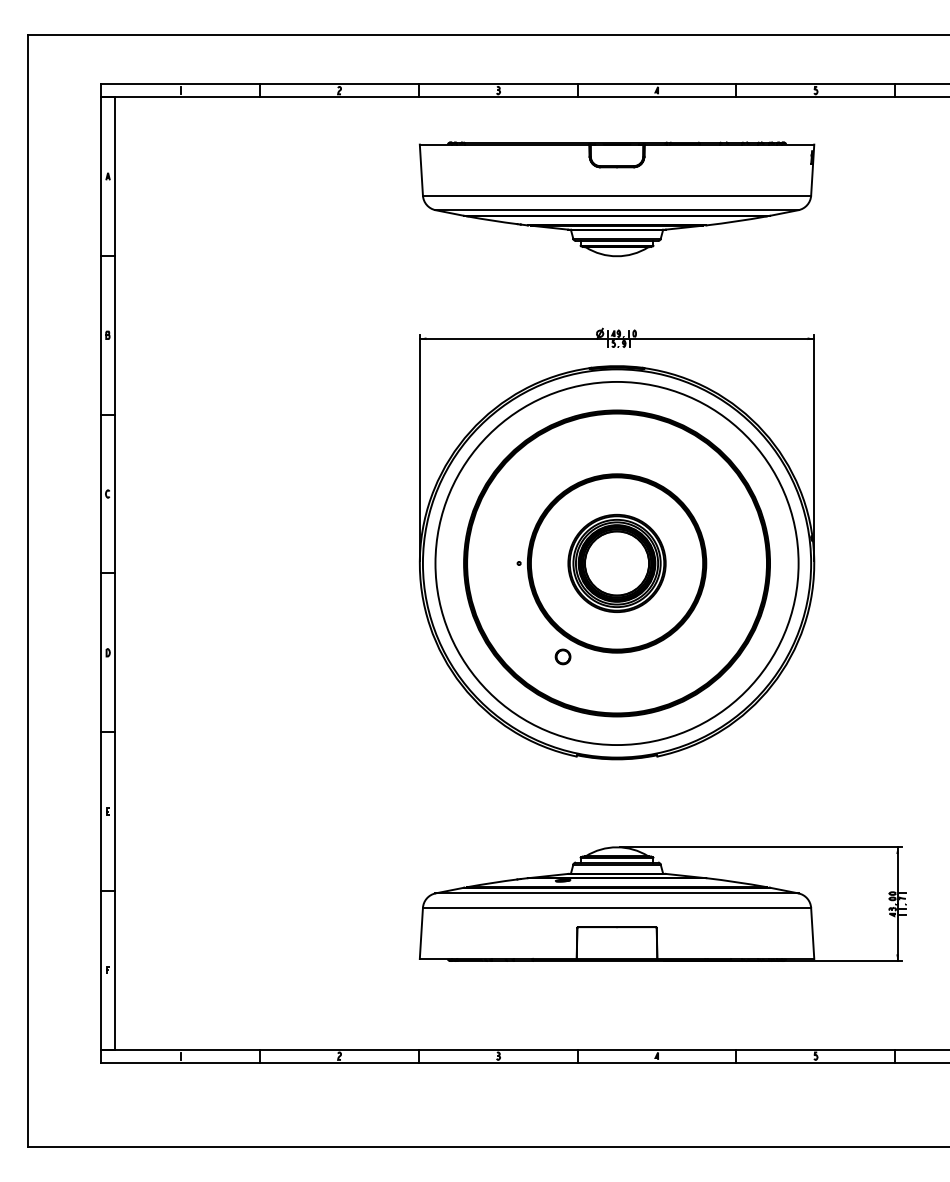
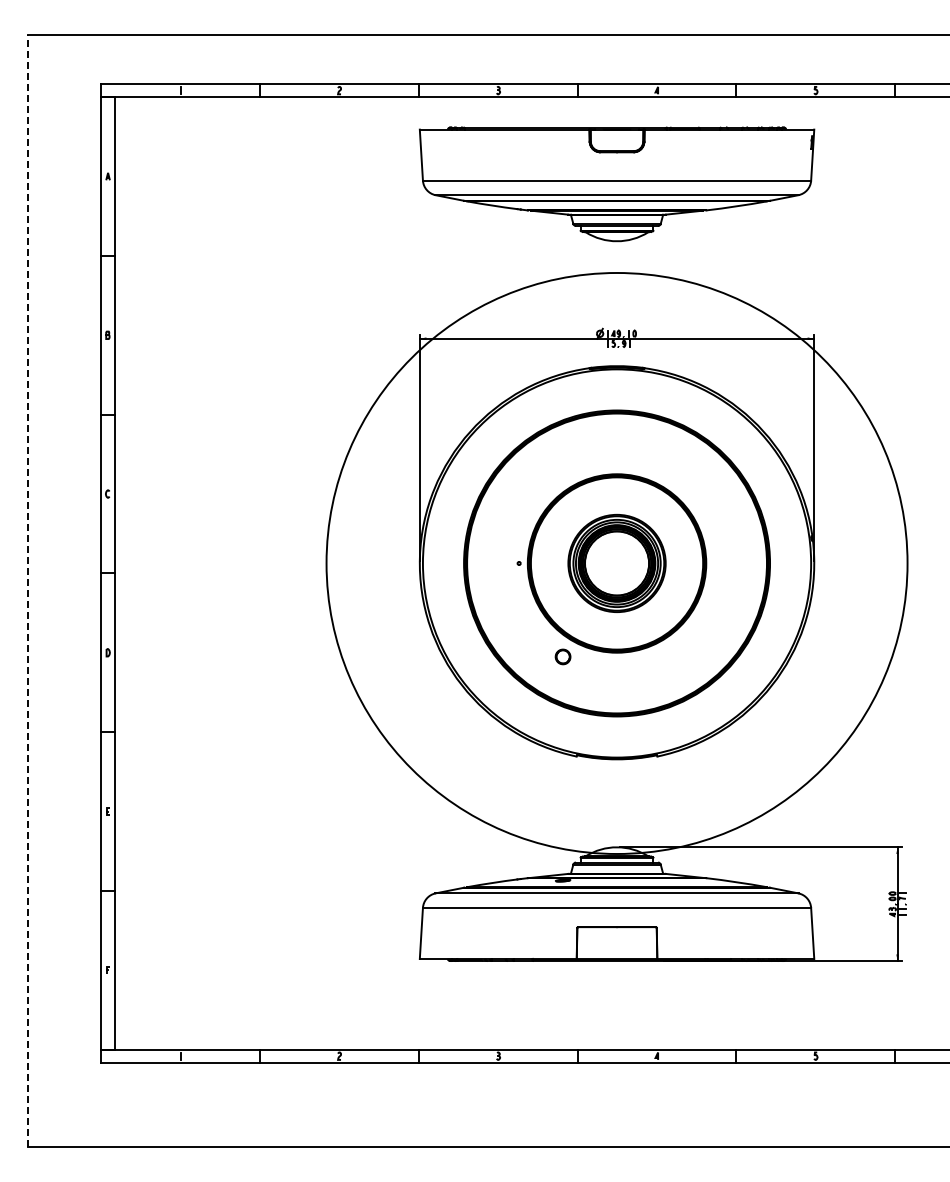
part at (616, 199) position: (616, 199) -> (616, 184)
circle at (616, 563) diameter: 363 px -> 581 px
line at (28, 591): solid -> dashed
